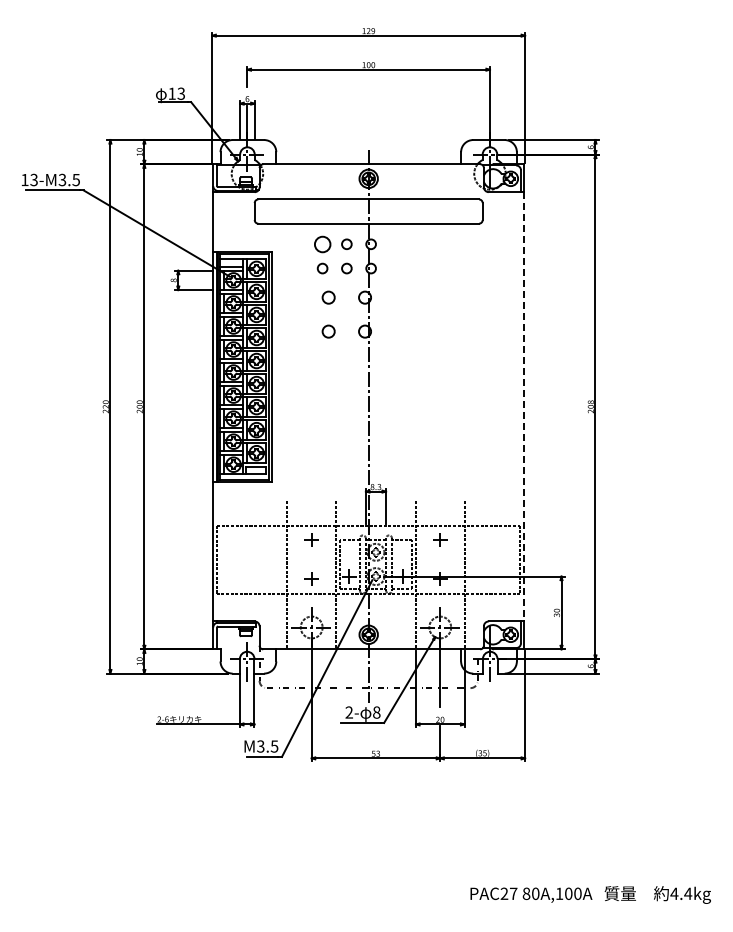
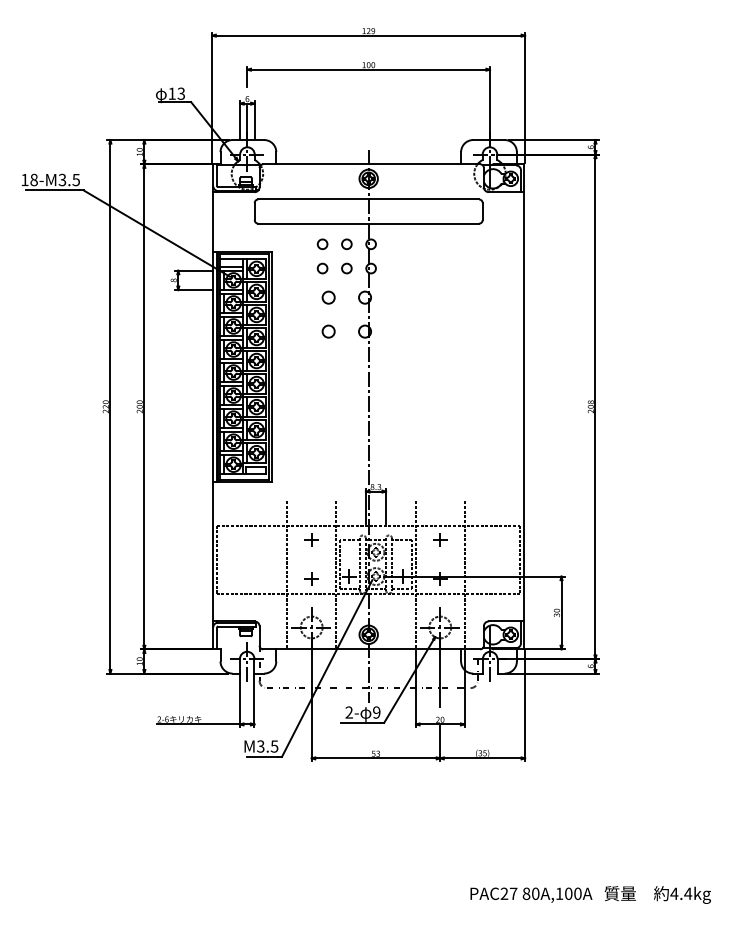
text at (33, 180): 13-M3.5 -> 18-M3.5
circle at (322, 244) size: 18x19 px -> 13x12 px
line at (524, 406): dashed -> solid
text at (376, 712): 8 -> 9
